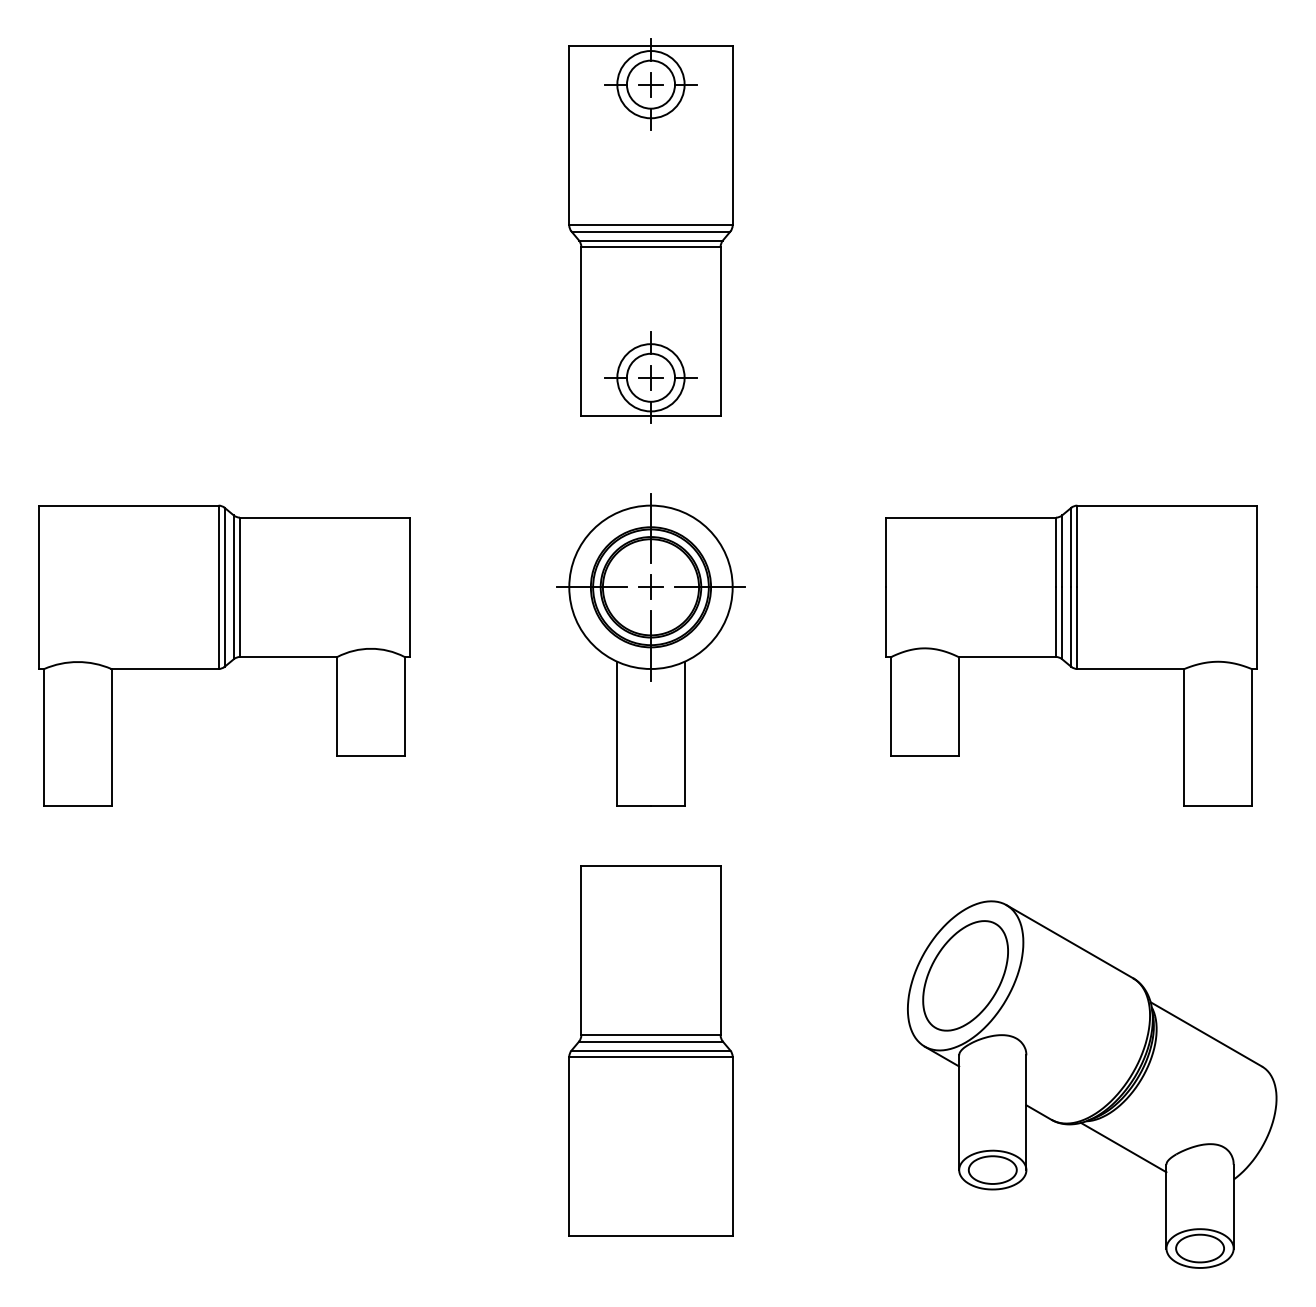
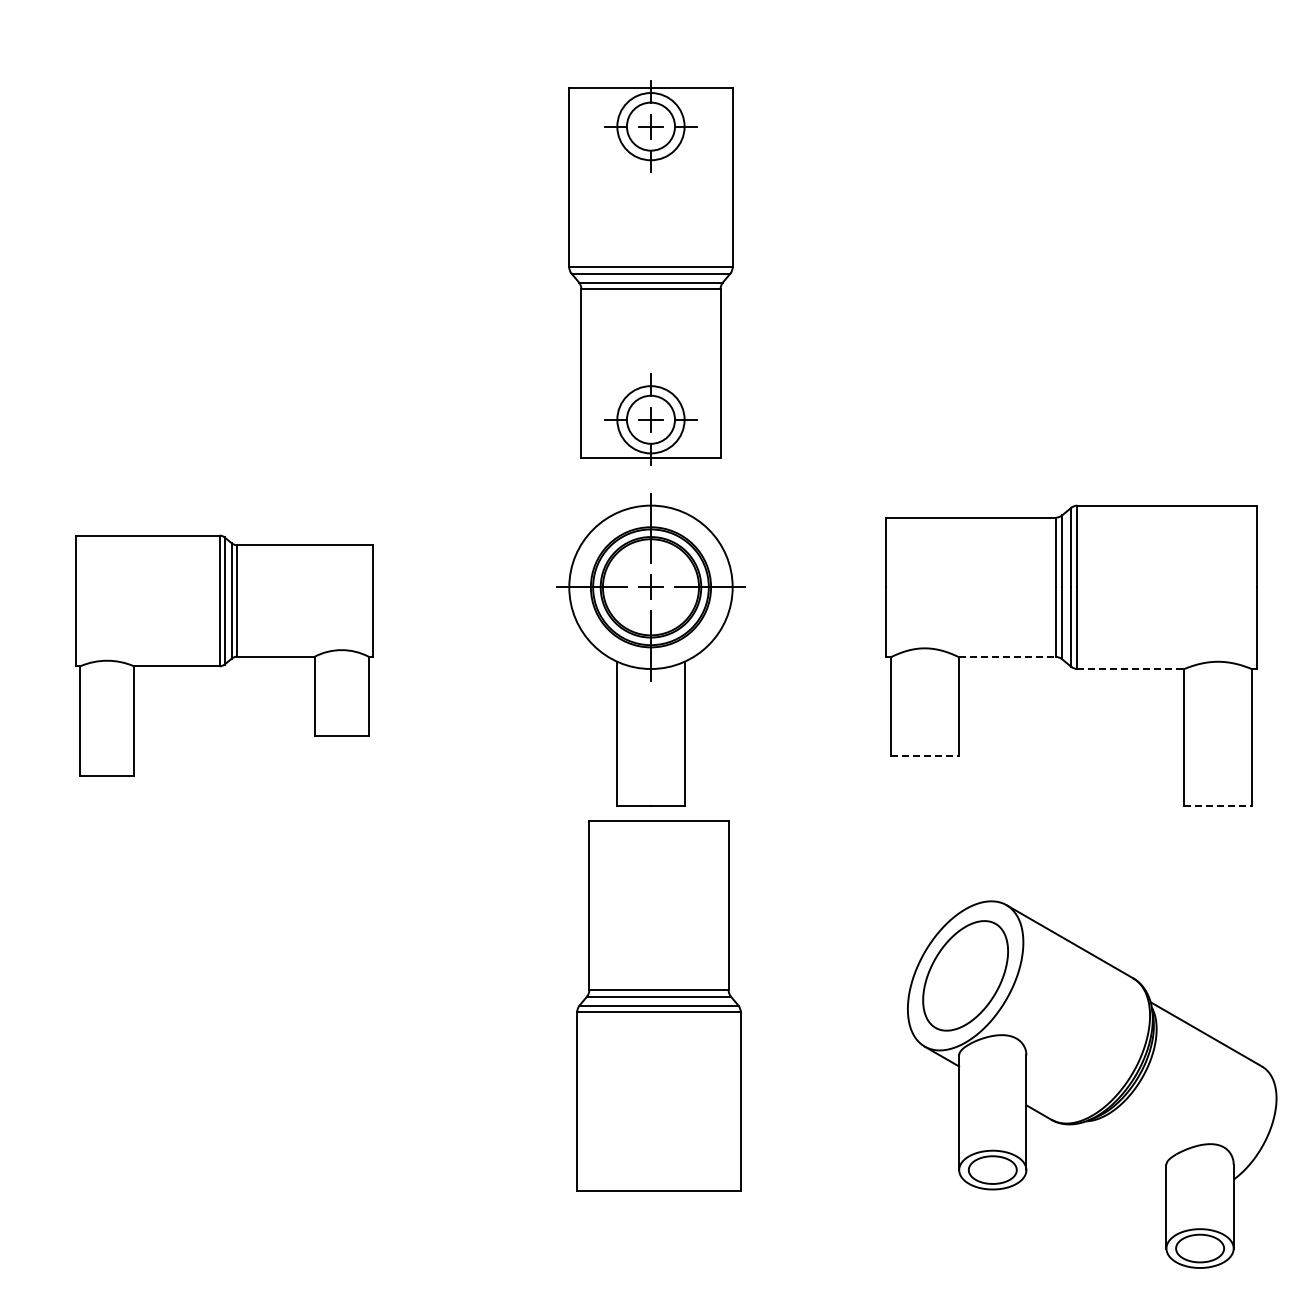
part at (650, 230) position: (650, 230) -> (650, 272)
part at (224, 655) size: 373x303 px -> 299x243 px
line at (1007, 657): solid -> dashed
line at (1130, 669): solid -> dashed
line at (924, 755): solid -> dashed
line at (1218, 805): solid -> dashed
part at (650, 1050) position: (650, 1050) -> (658, 1005)
line at (1123, 1147): present -> none
